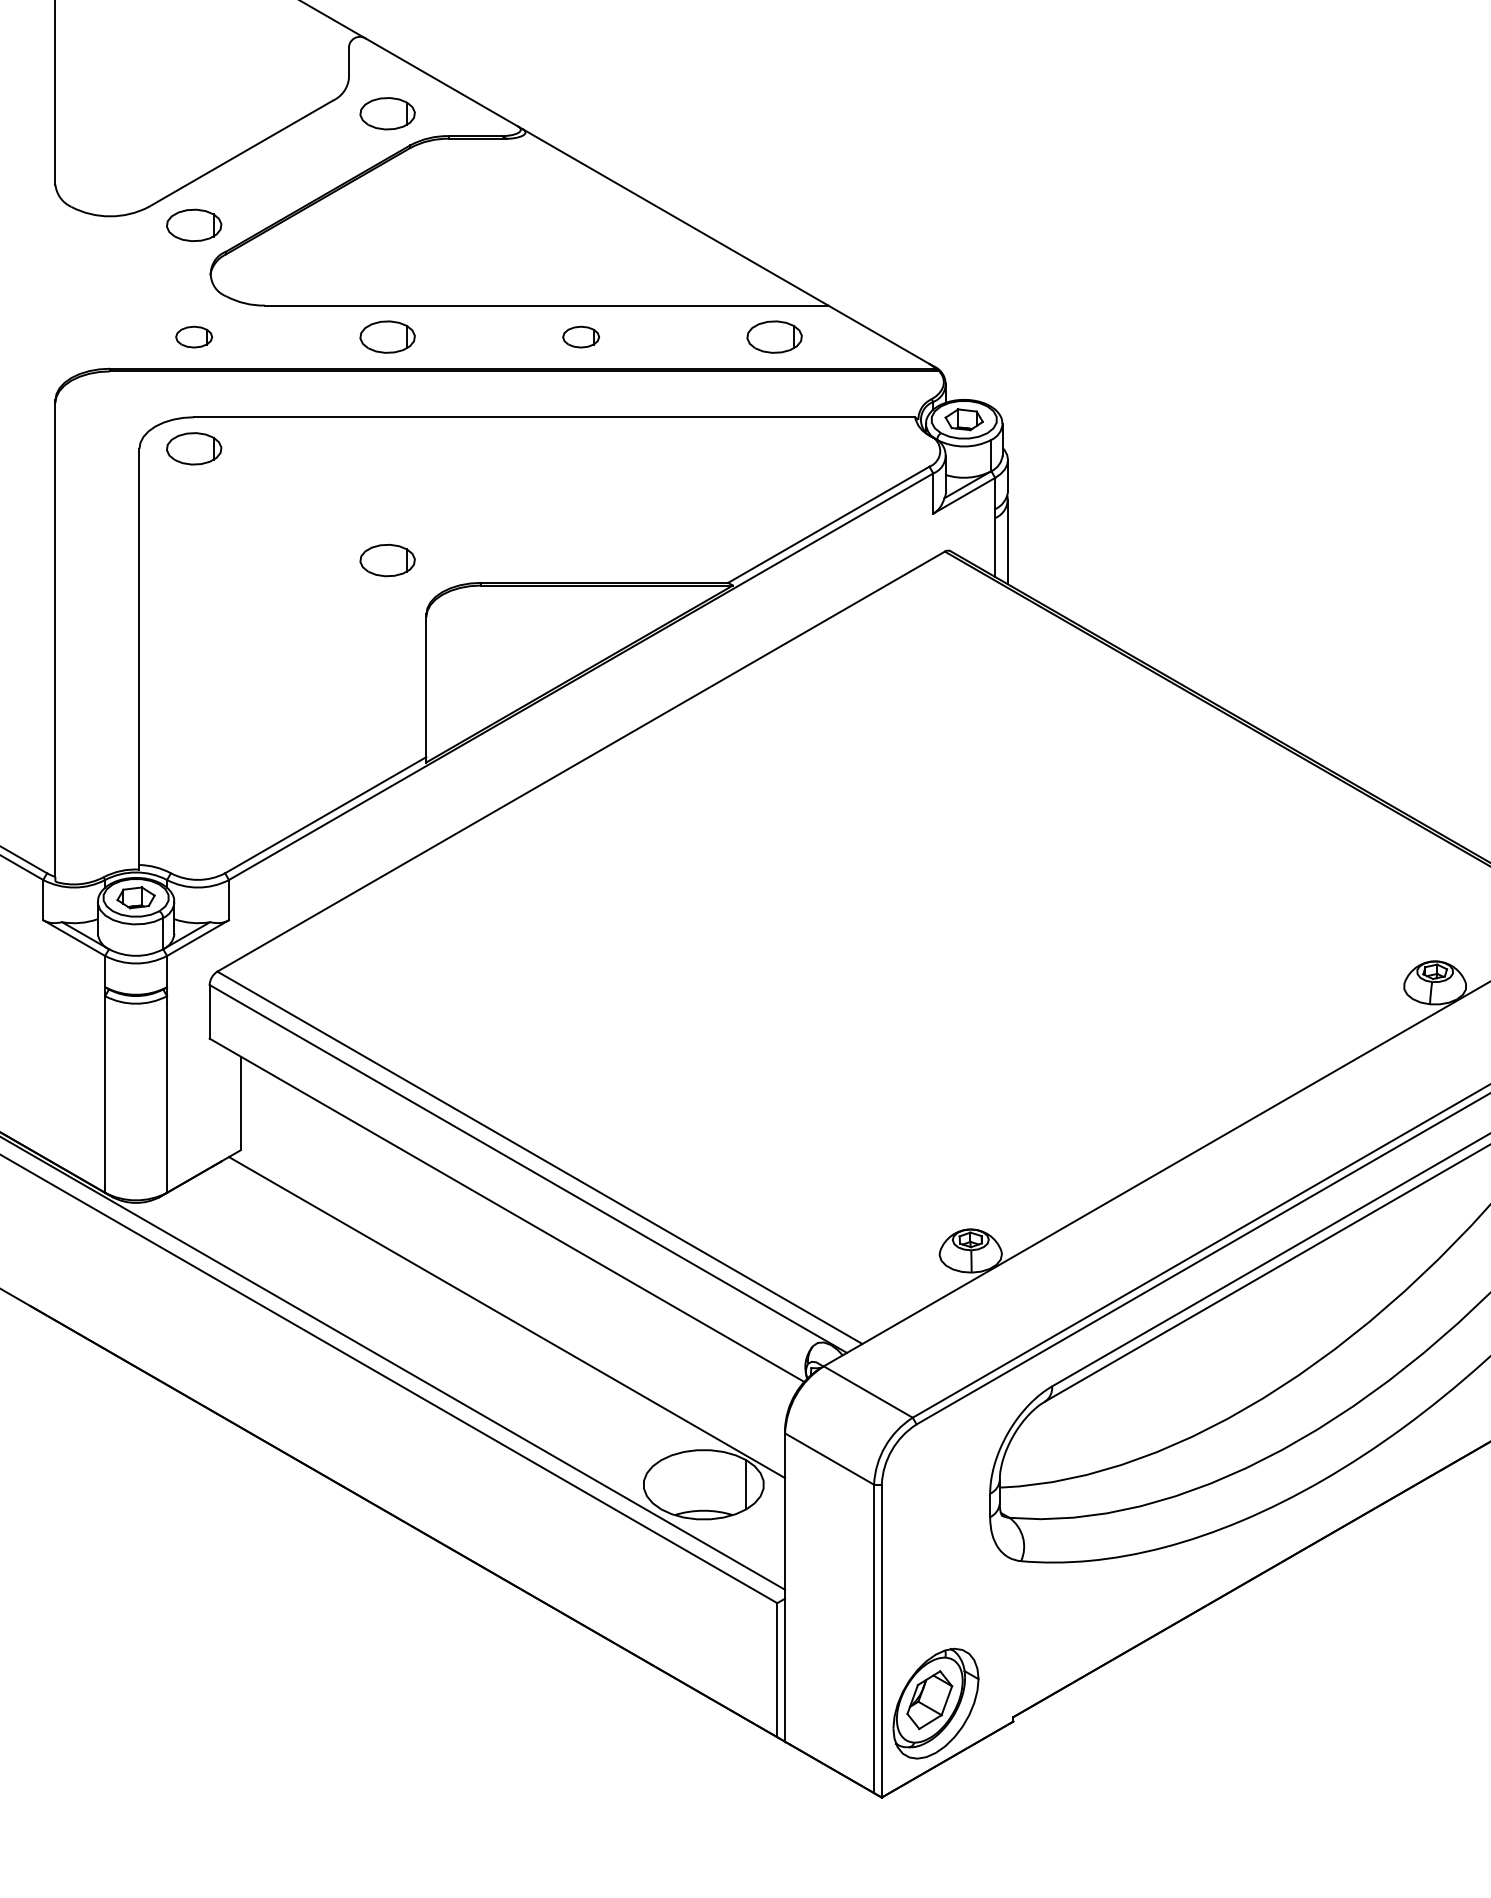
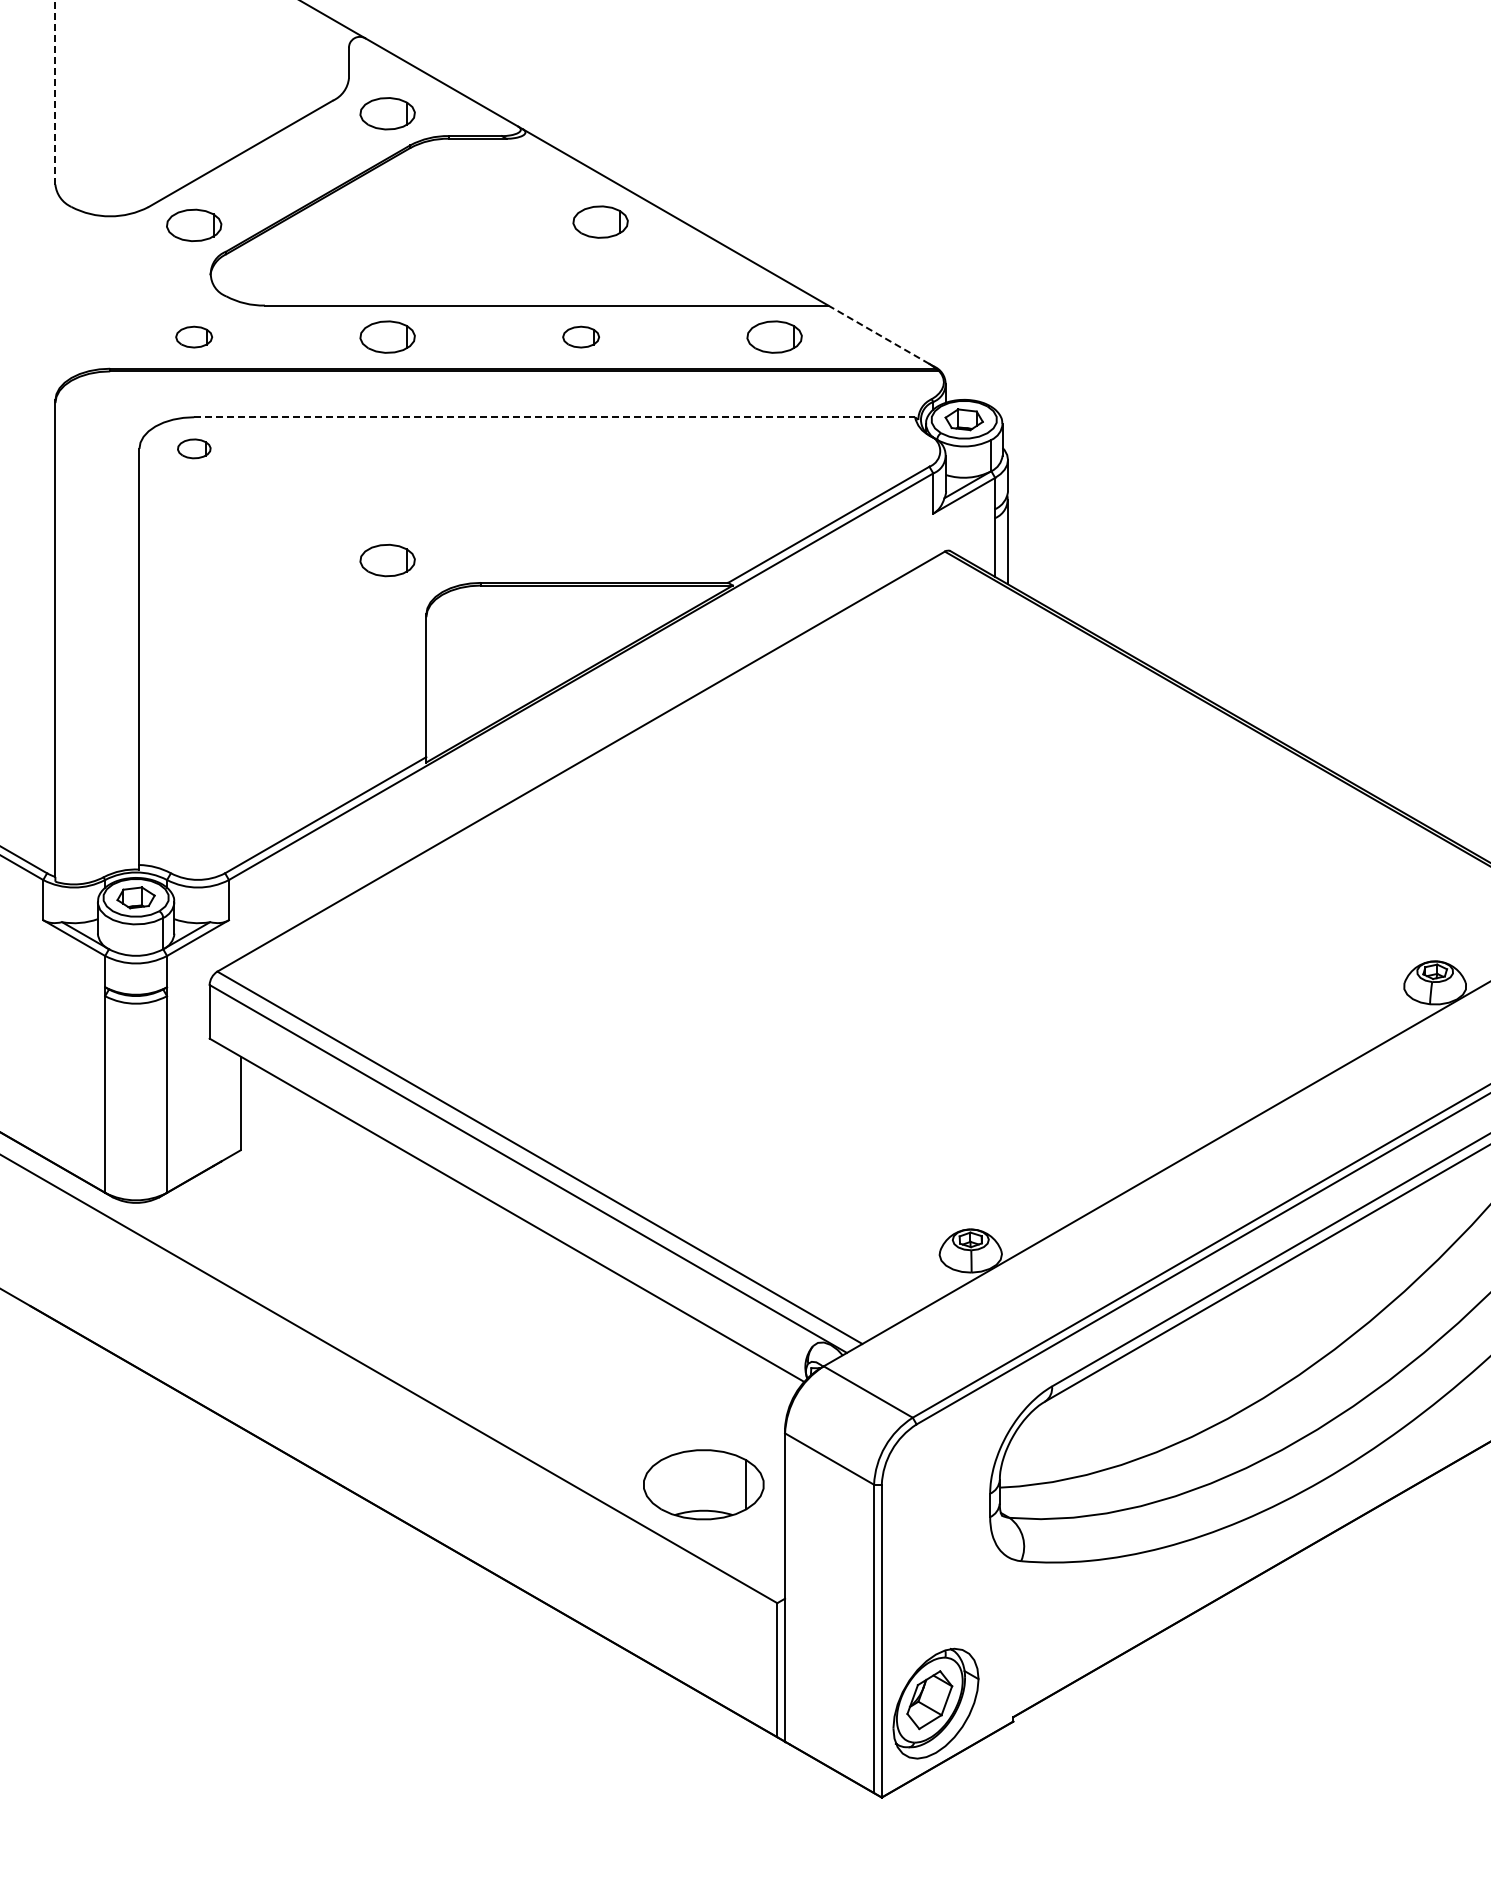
line at (55, 92): solid -> dashed
part at (600, 221): none -> present
line at (878, 334): solid -> dashed
line at (555, 417): solid -> dashed
part at (194, 448) size: 57x34 px -> 35x22 px
line at (506, 1317): present -> none
line at (393, 1363): present -> none
